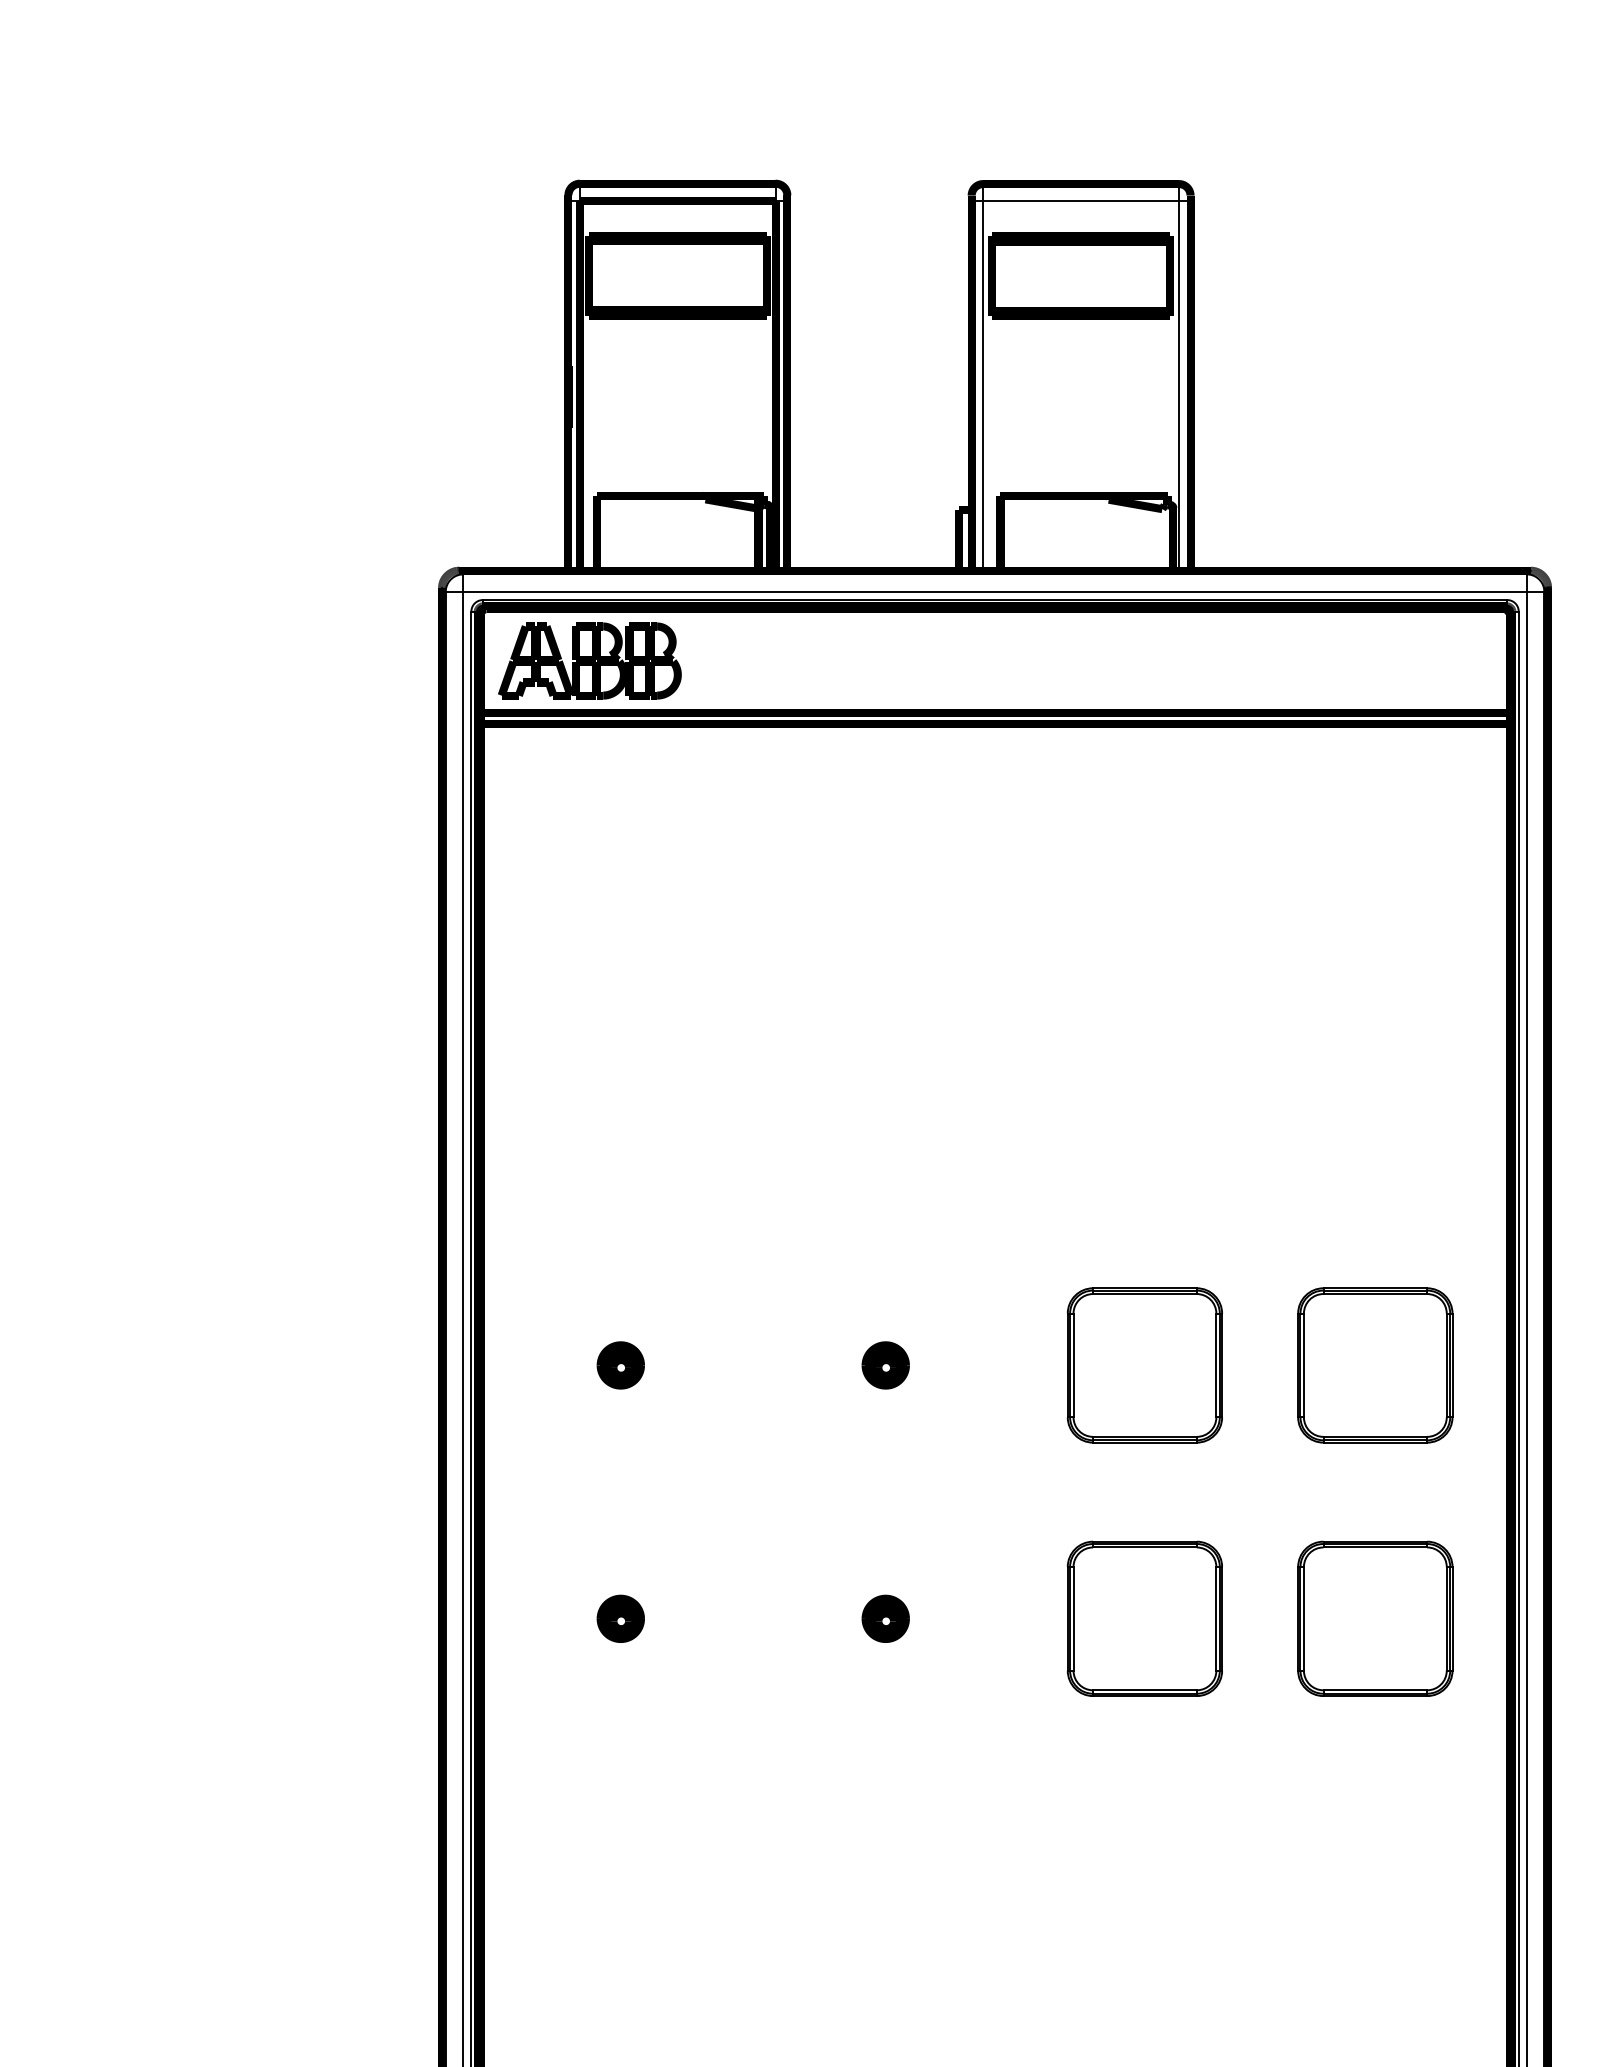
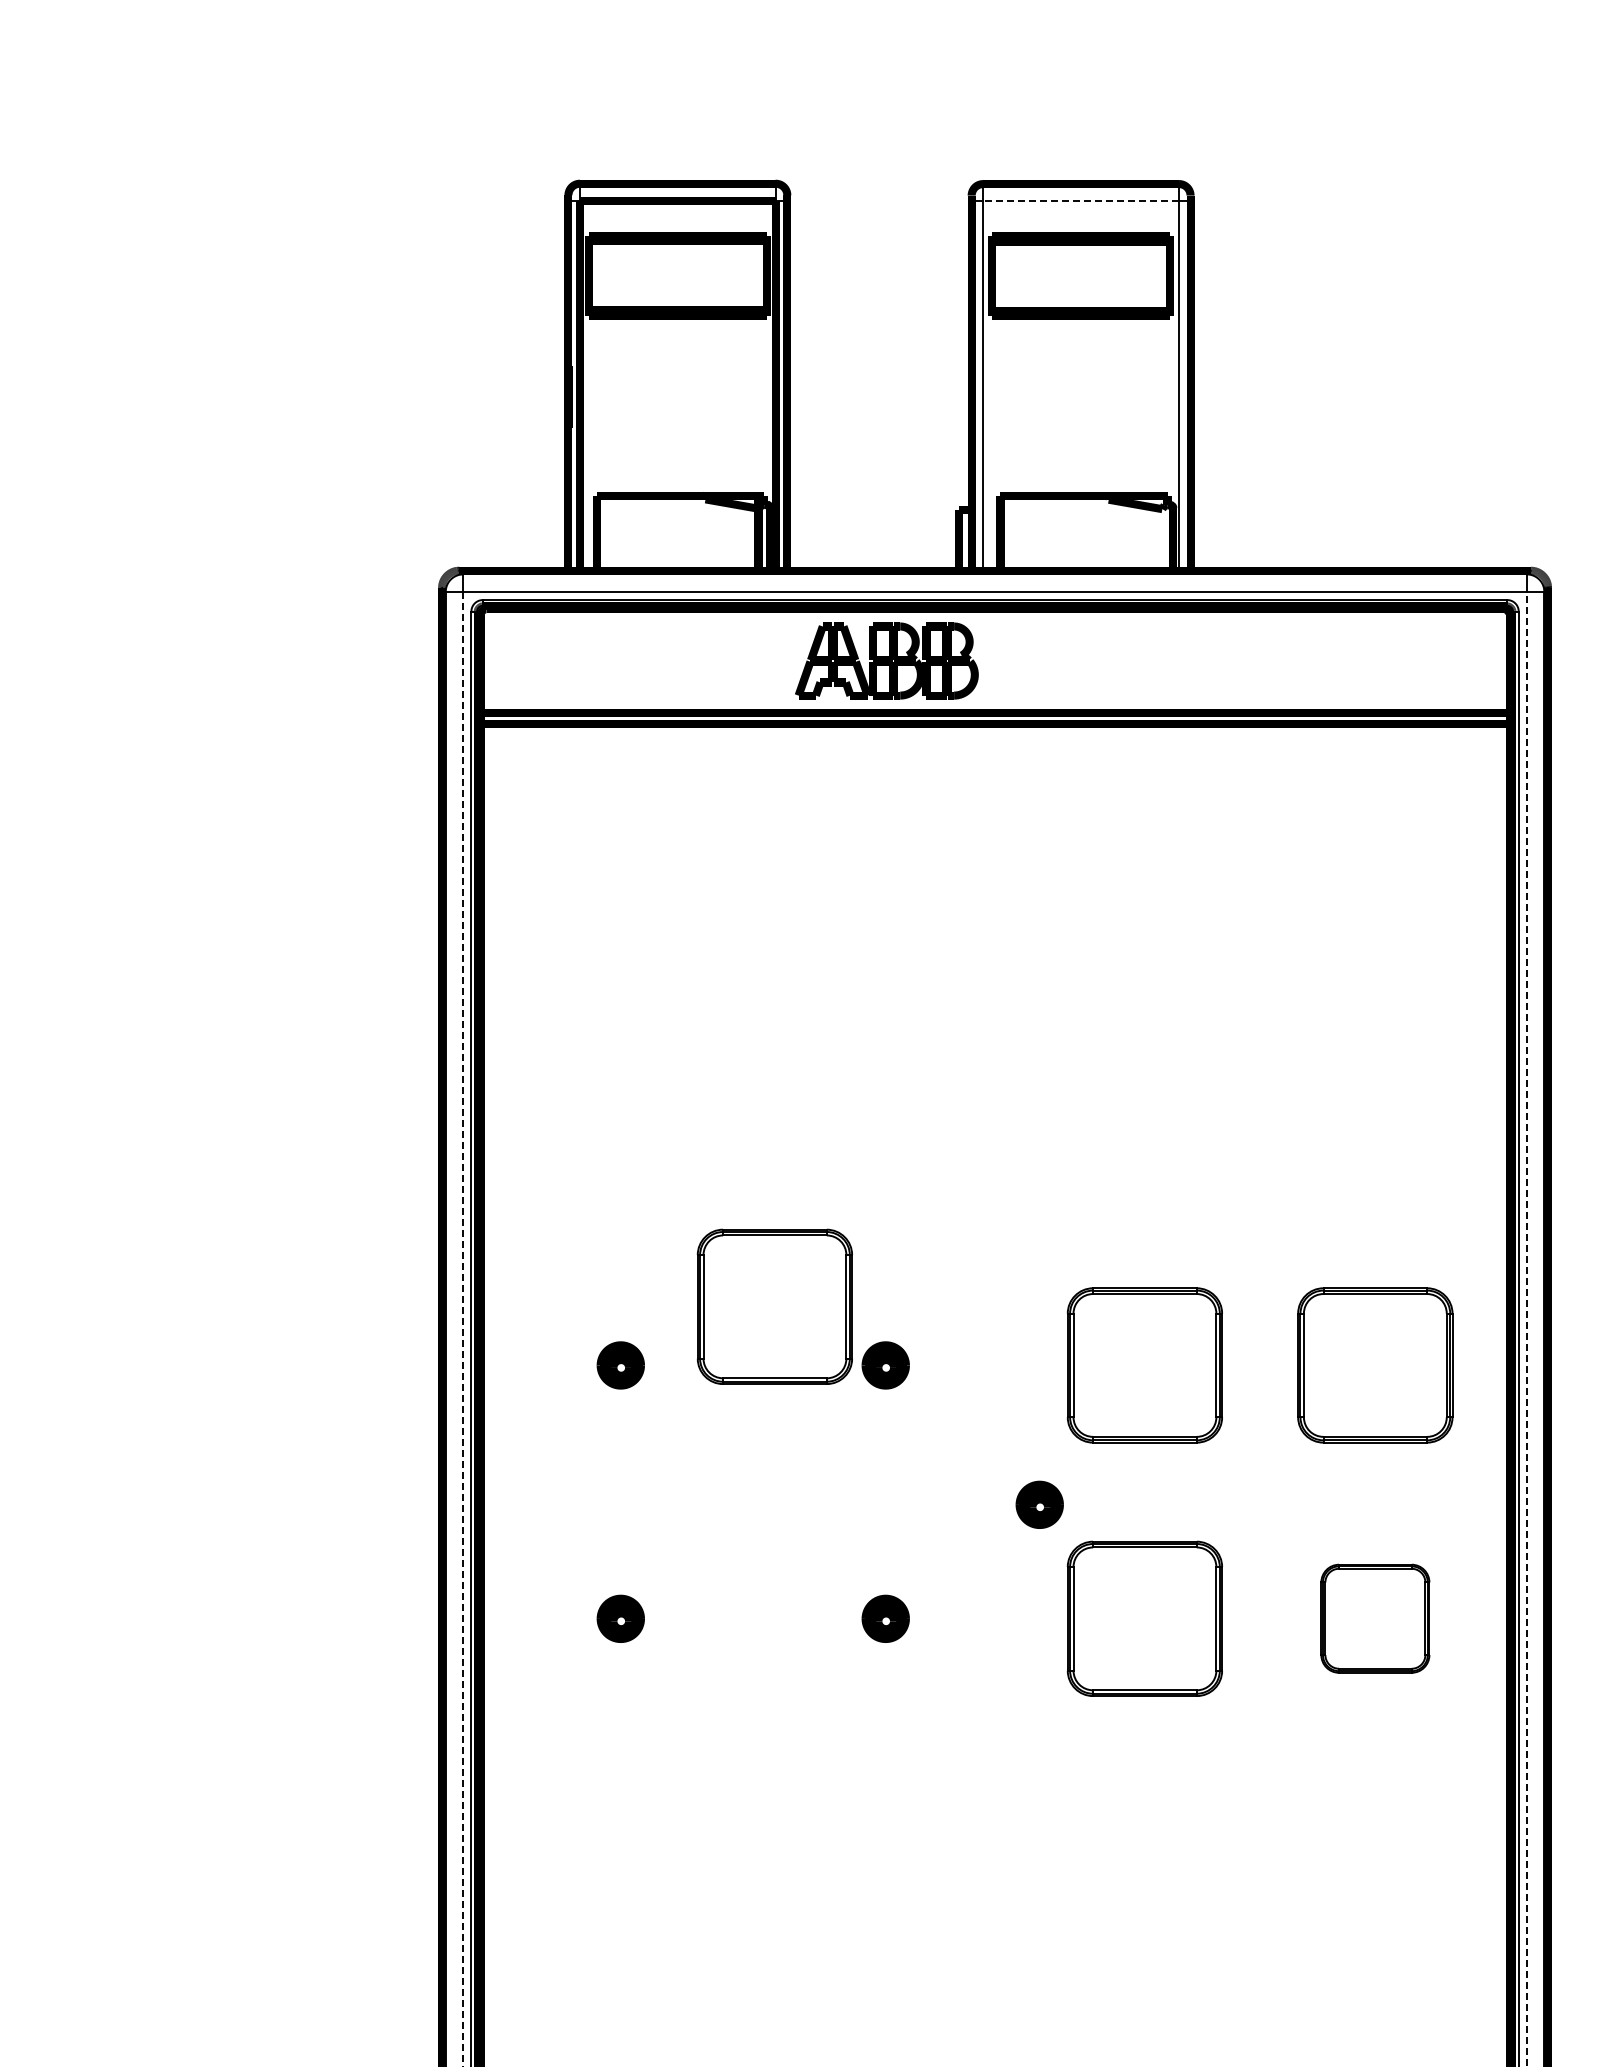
line at (1081, 201): solid -> dashed
part at (589, 660) position: (589, 660) -> (886, 660)
part at (774, 1306): none -> present
line at (463, 1329): solid -> dashed
line at (1527, 1329): solid -> dashed
part at (1039, 1504): none -> present
part at (1375, 1618) size: 157x157 px -> 111x111 px
